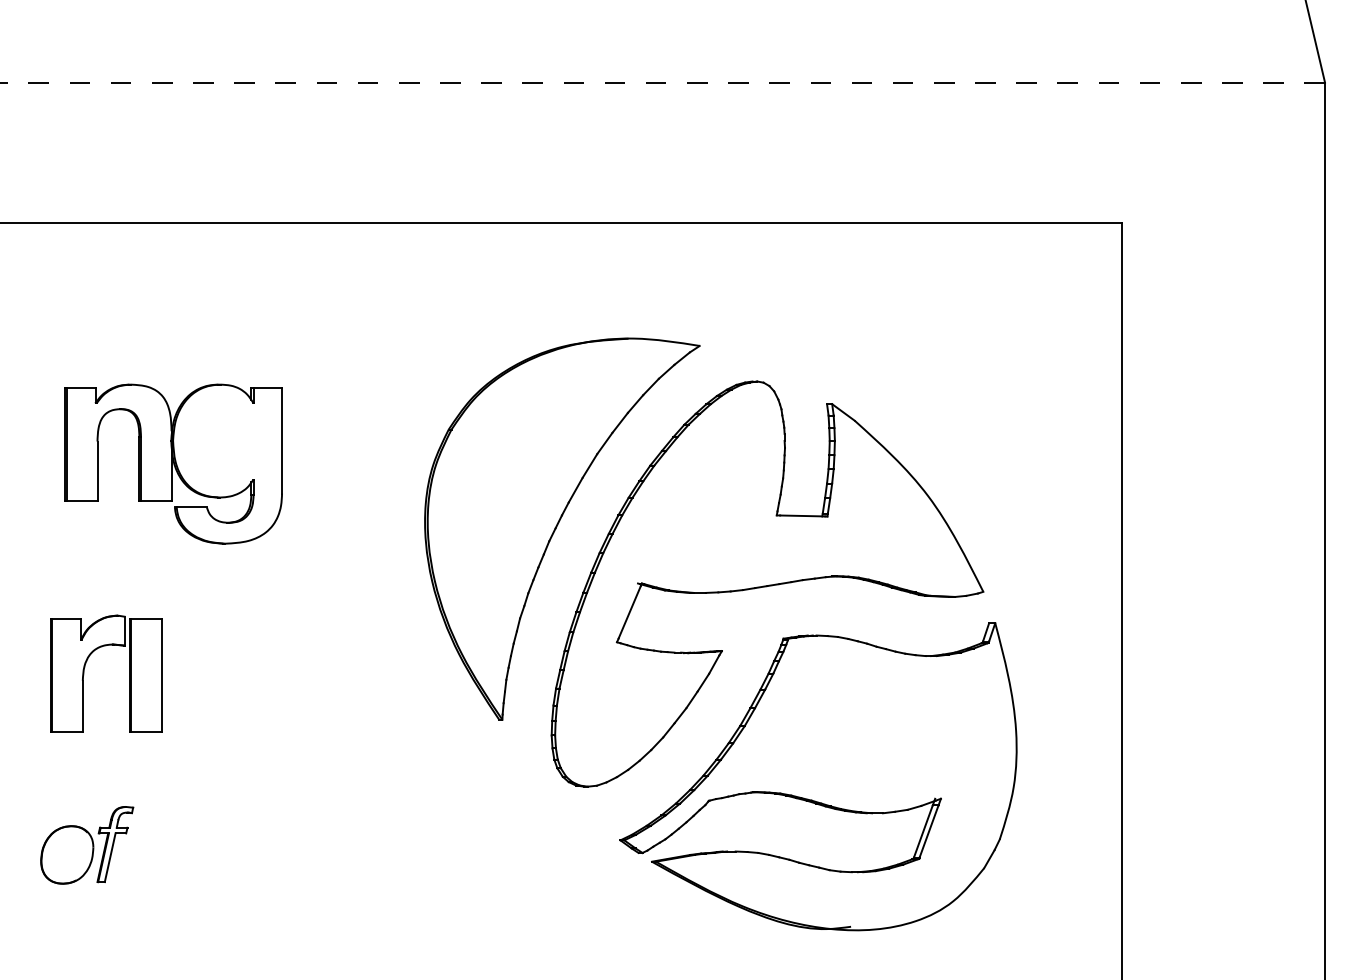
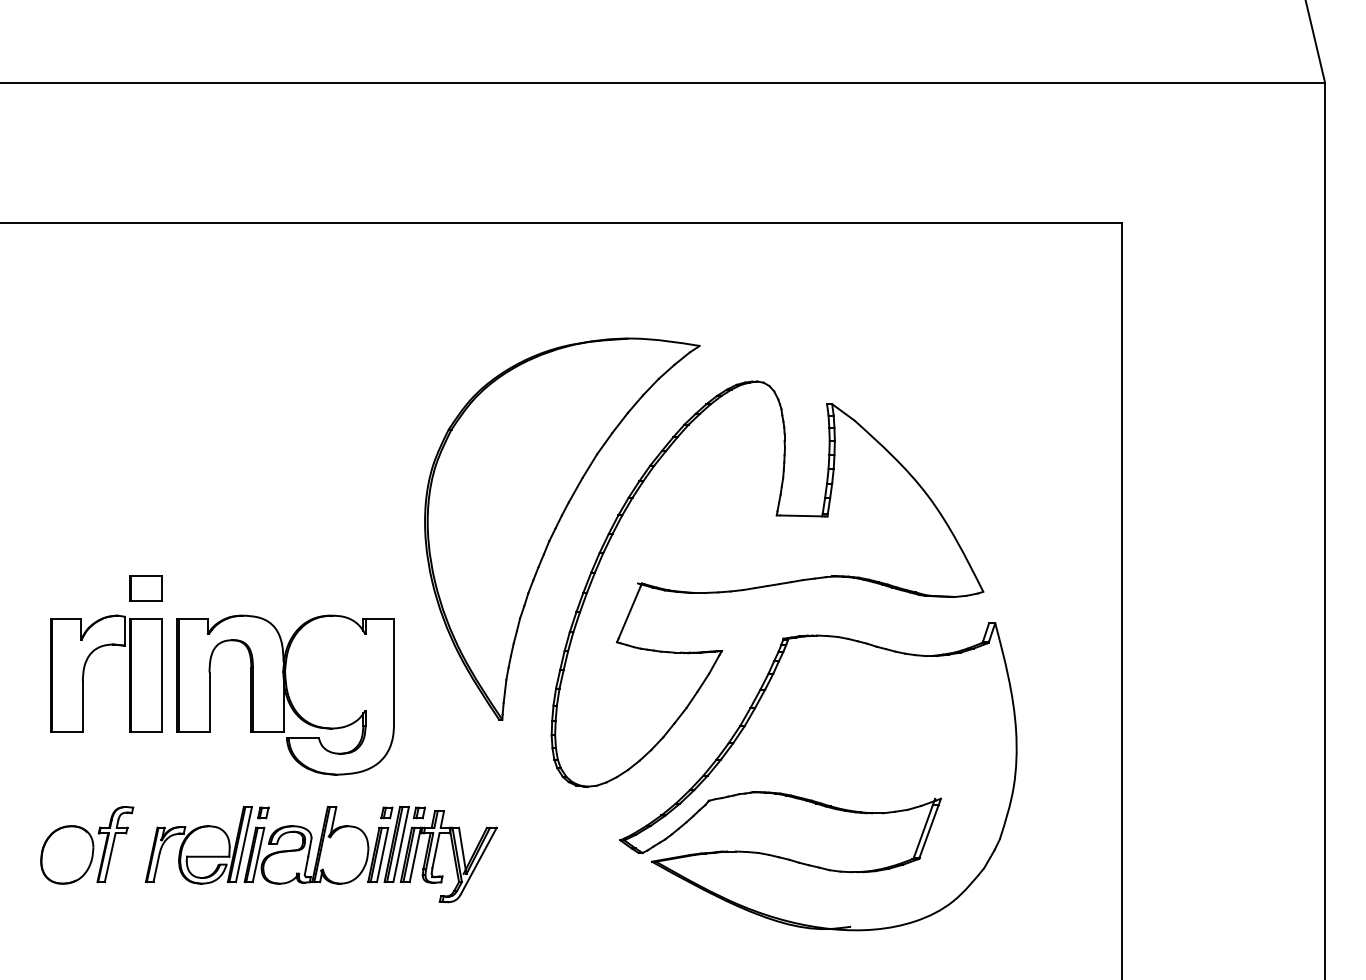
line at (662, 82): dashed -> solid
part at (173, 463) position: (173, 463) -> (285, 694)
part at (145, 588): none -> present
part at (320, 854): none -> present
